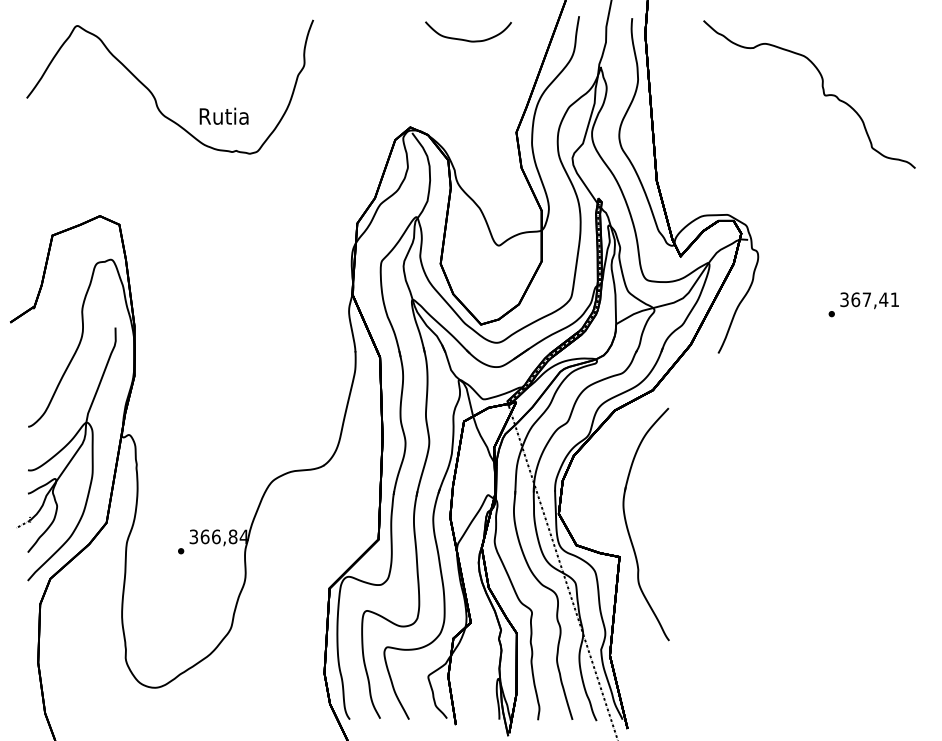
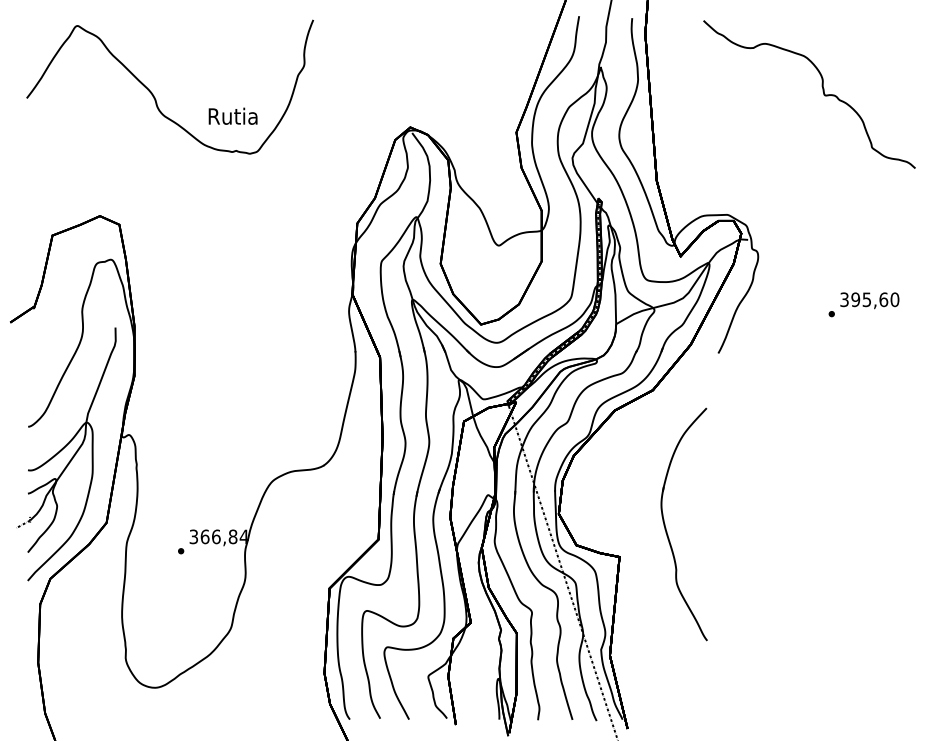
curve at (467, 39): present -> none
text at (223, 115) position: (223, 115) -> (232, 115)
text at (875, 299): 367,41 -> 395,60
part at (628, 527) position: (628, 527) -> (666, 527)
